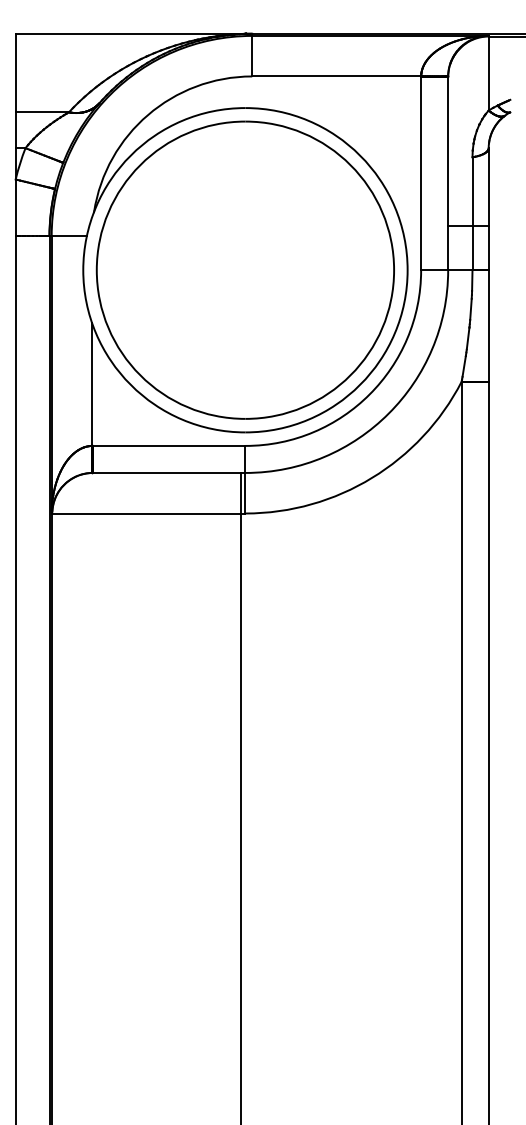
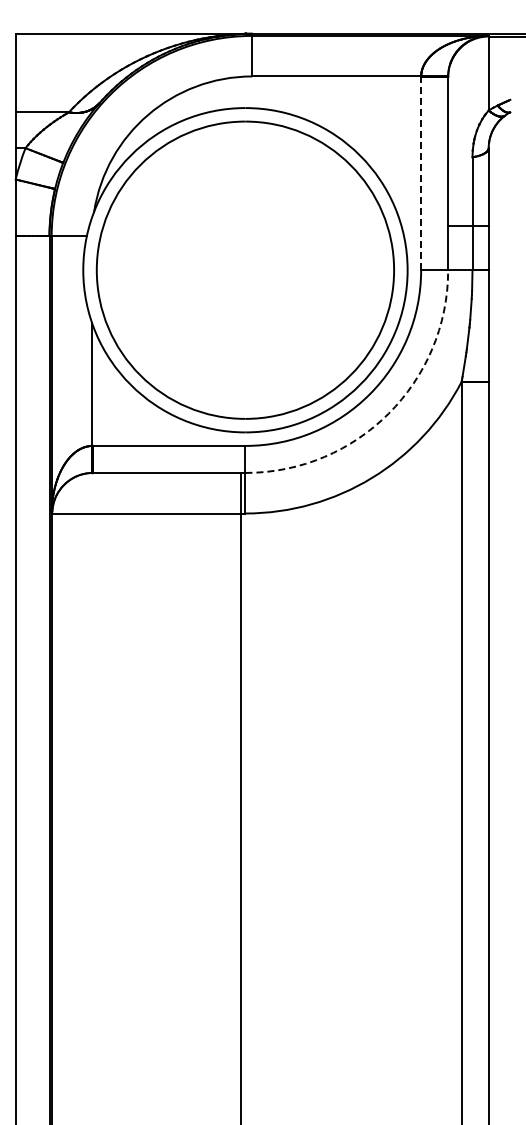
line at (421, 173): solid -> dashed
arc at (388, 413): solid -> dashed
